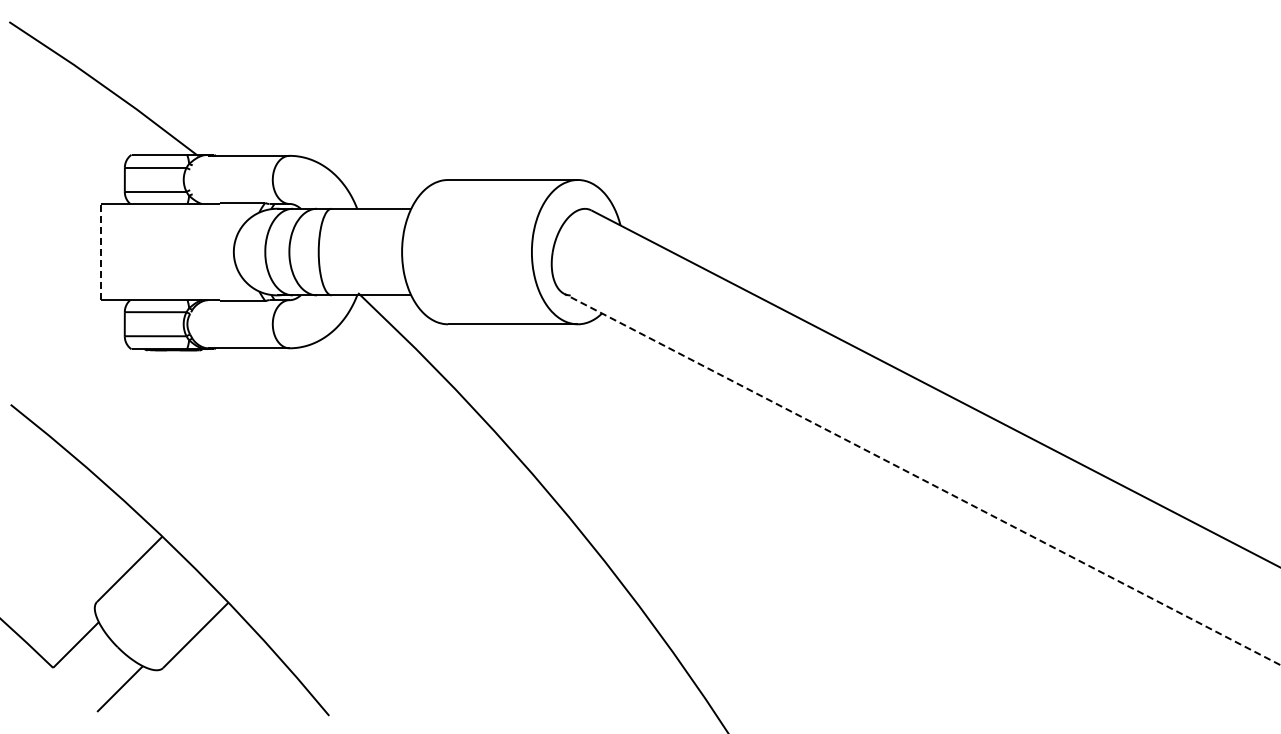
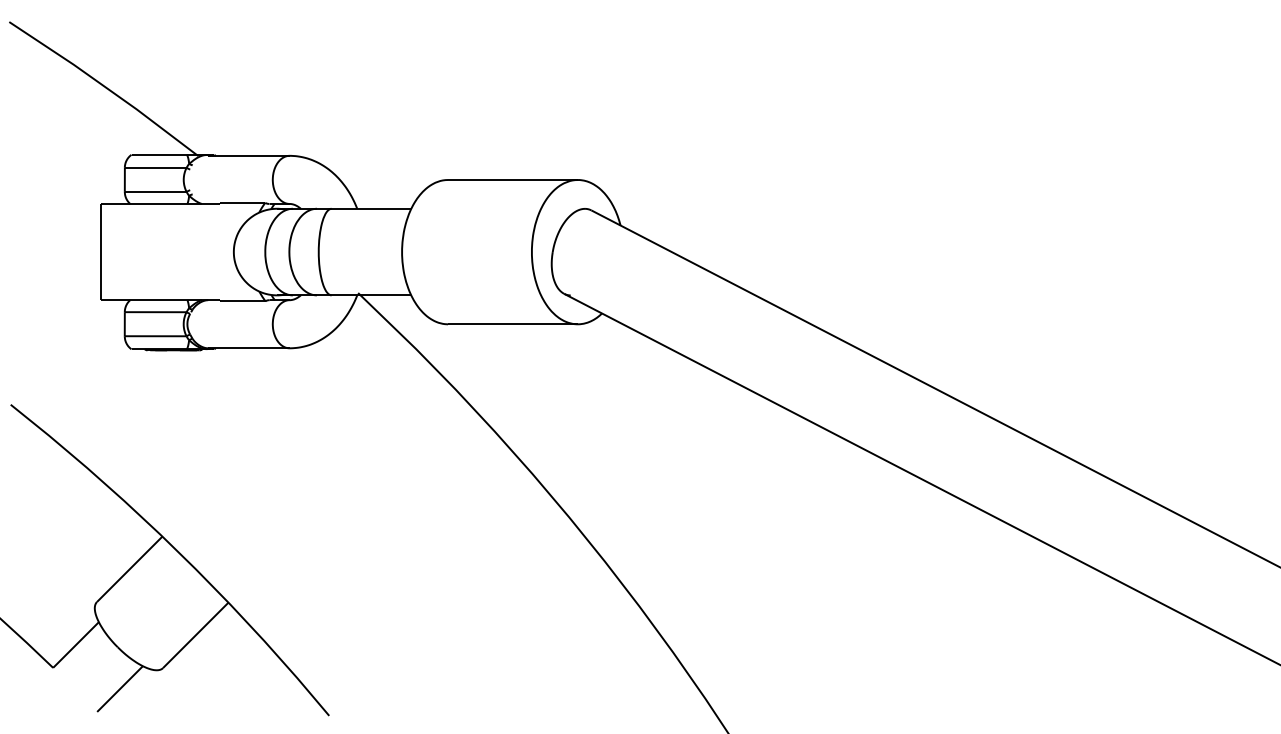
line at (101, 251): dashed -> solid
line at (921, 479): dashed -> solid
